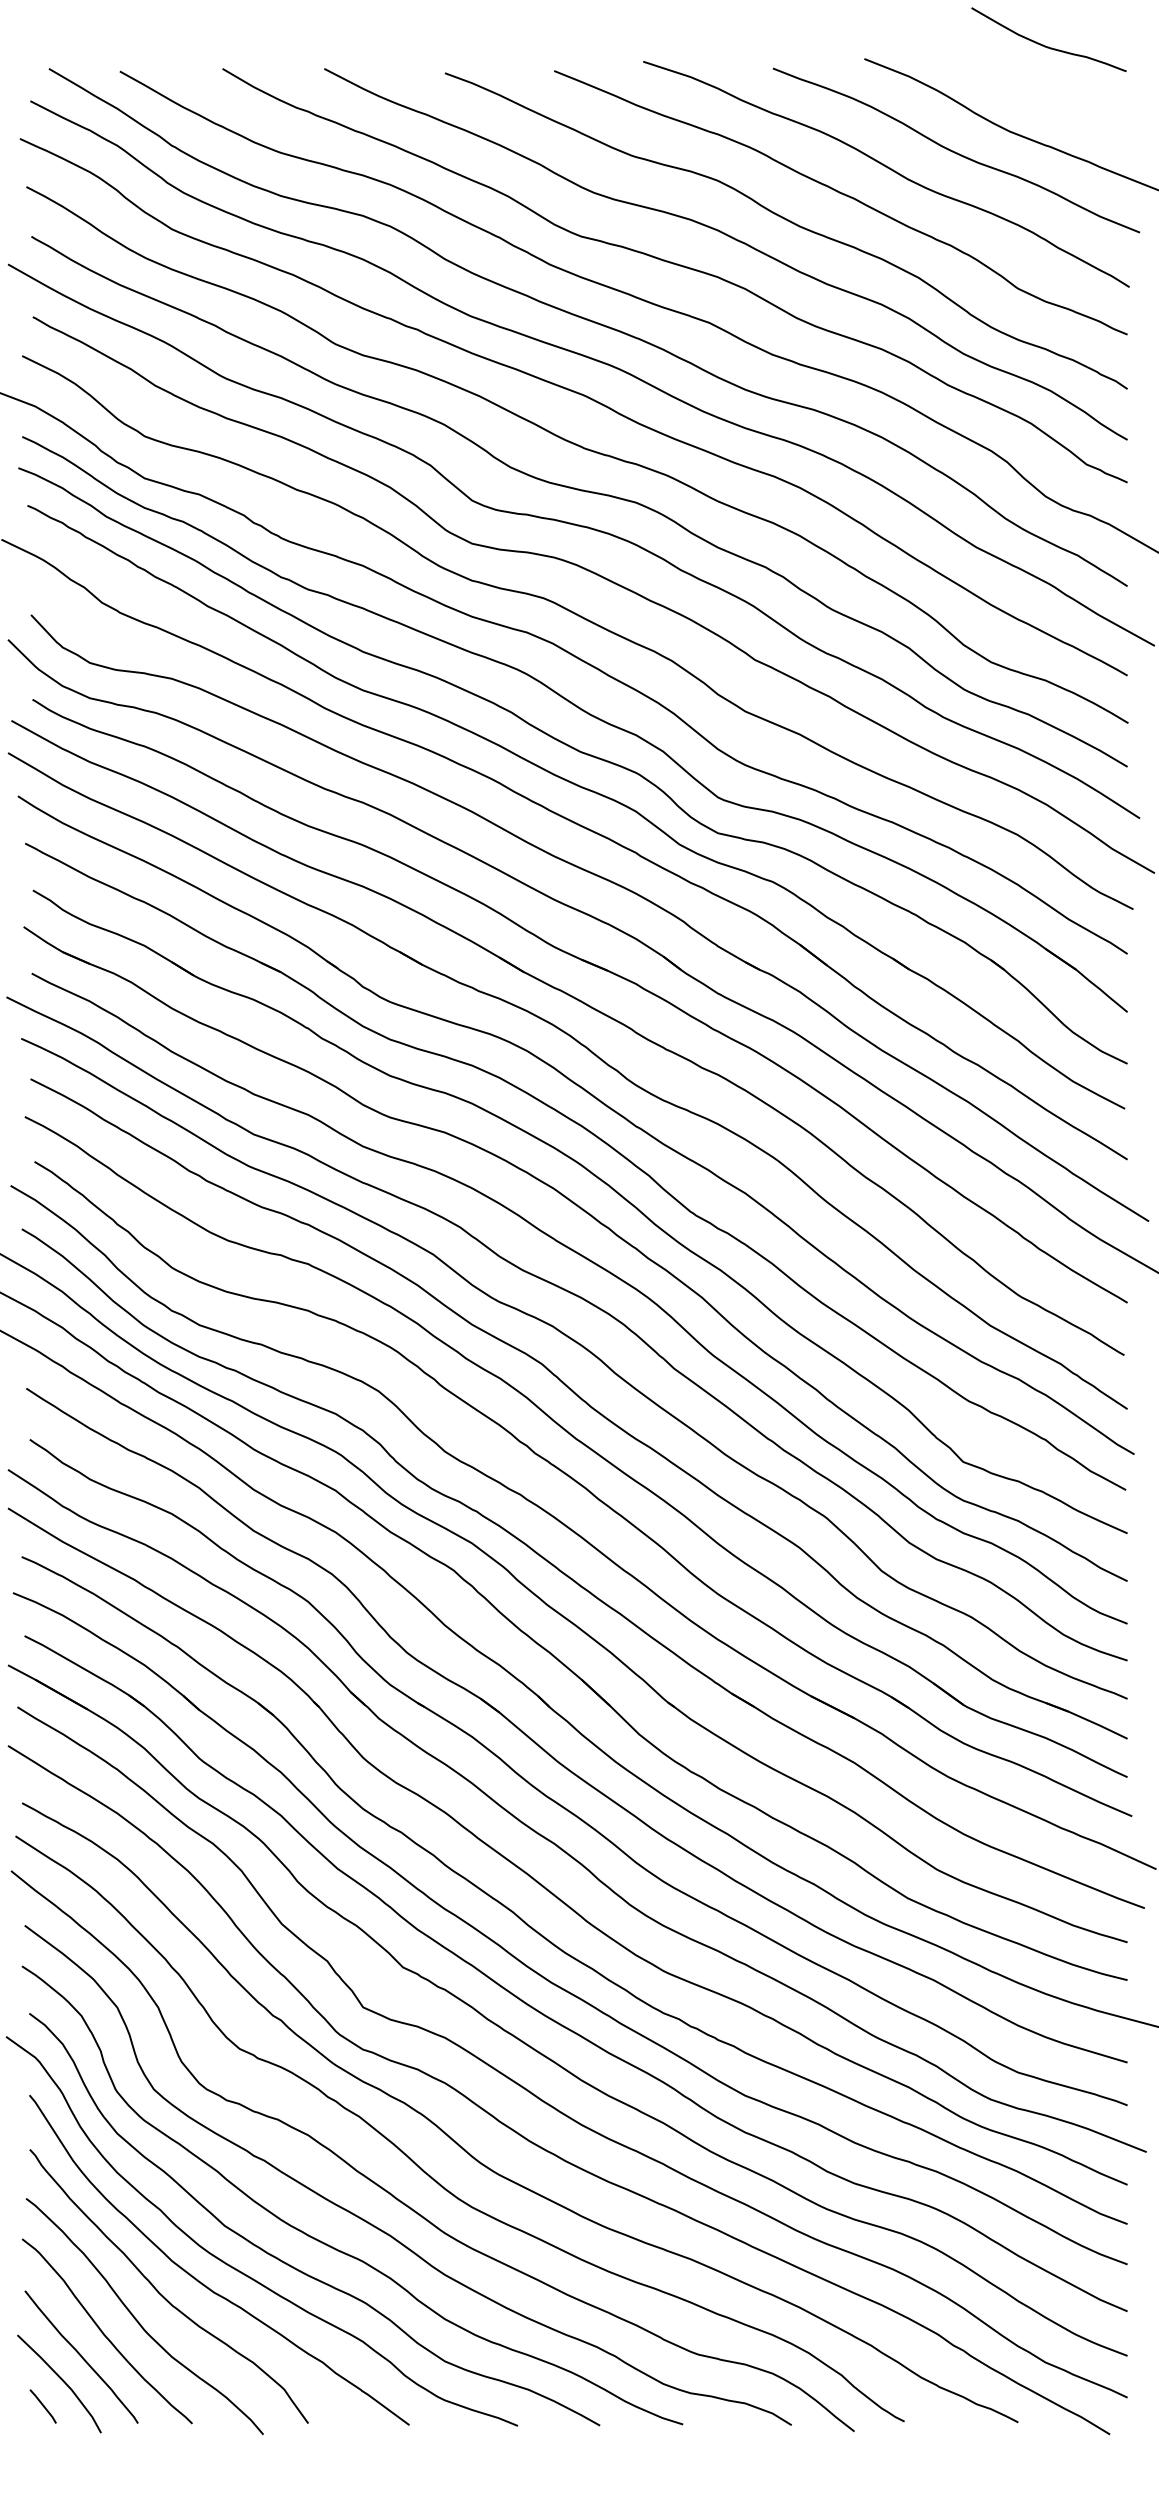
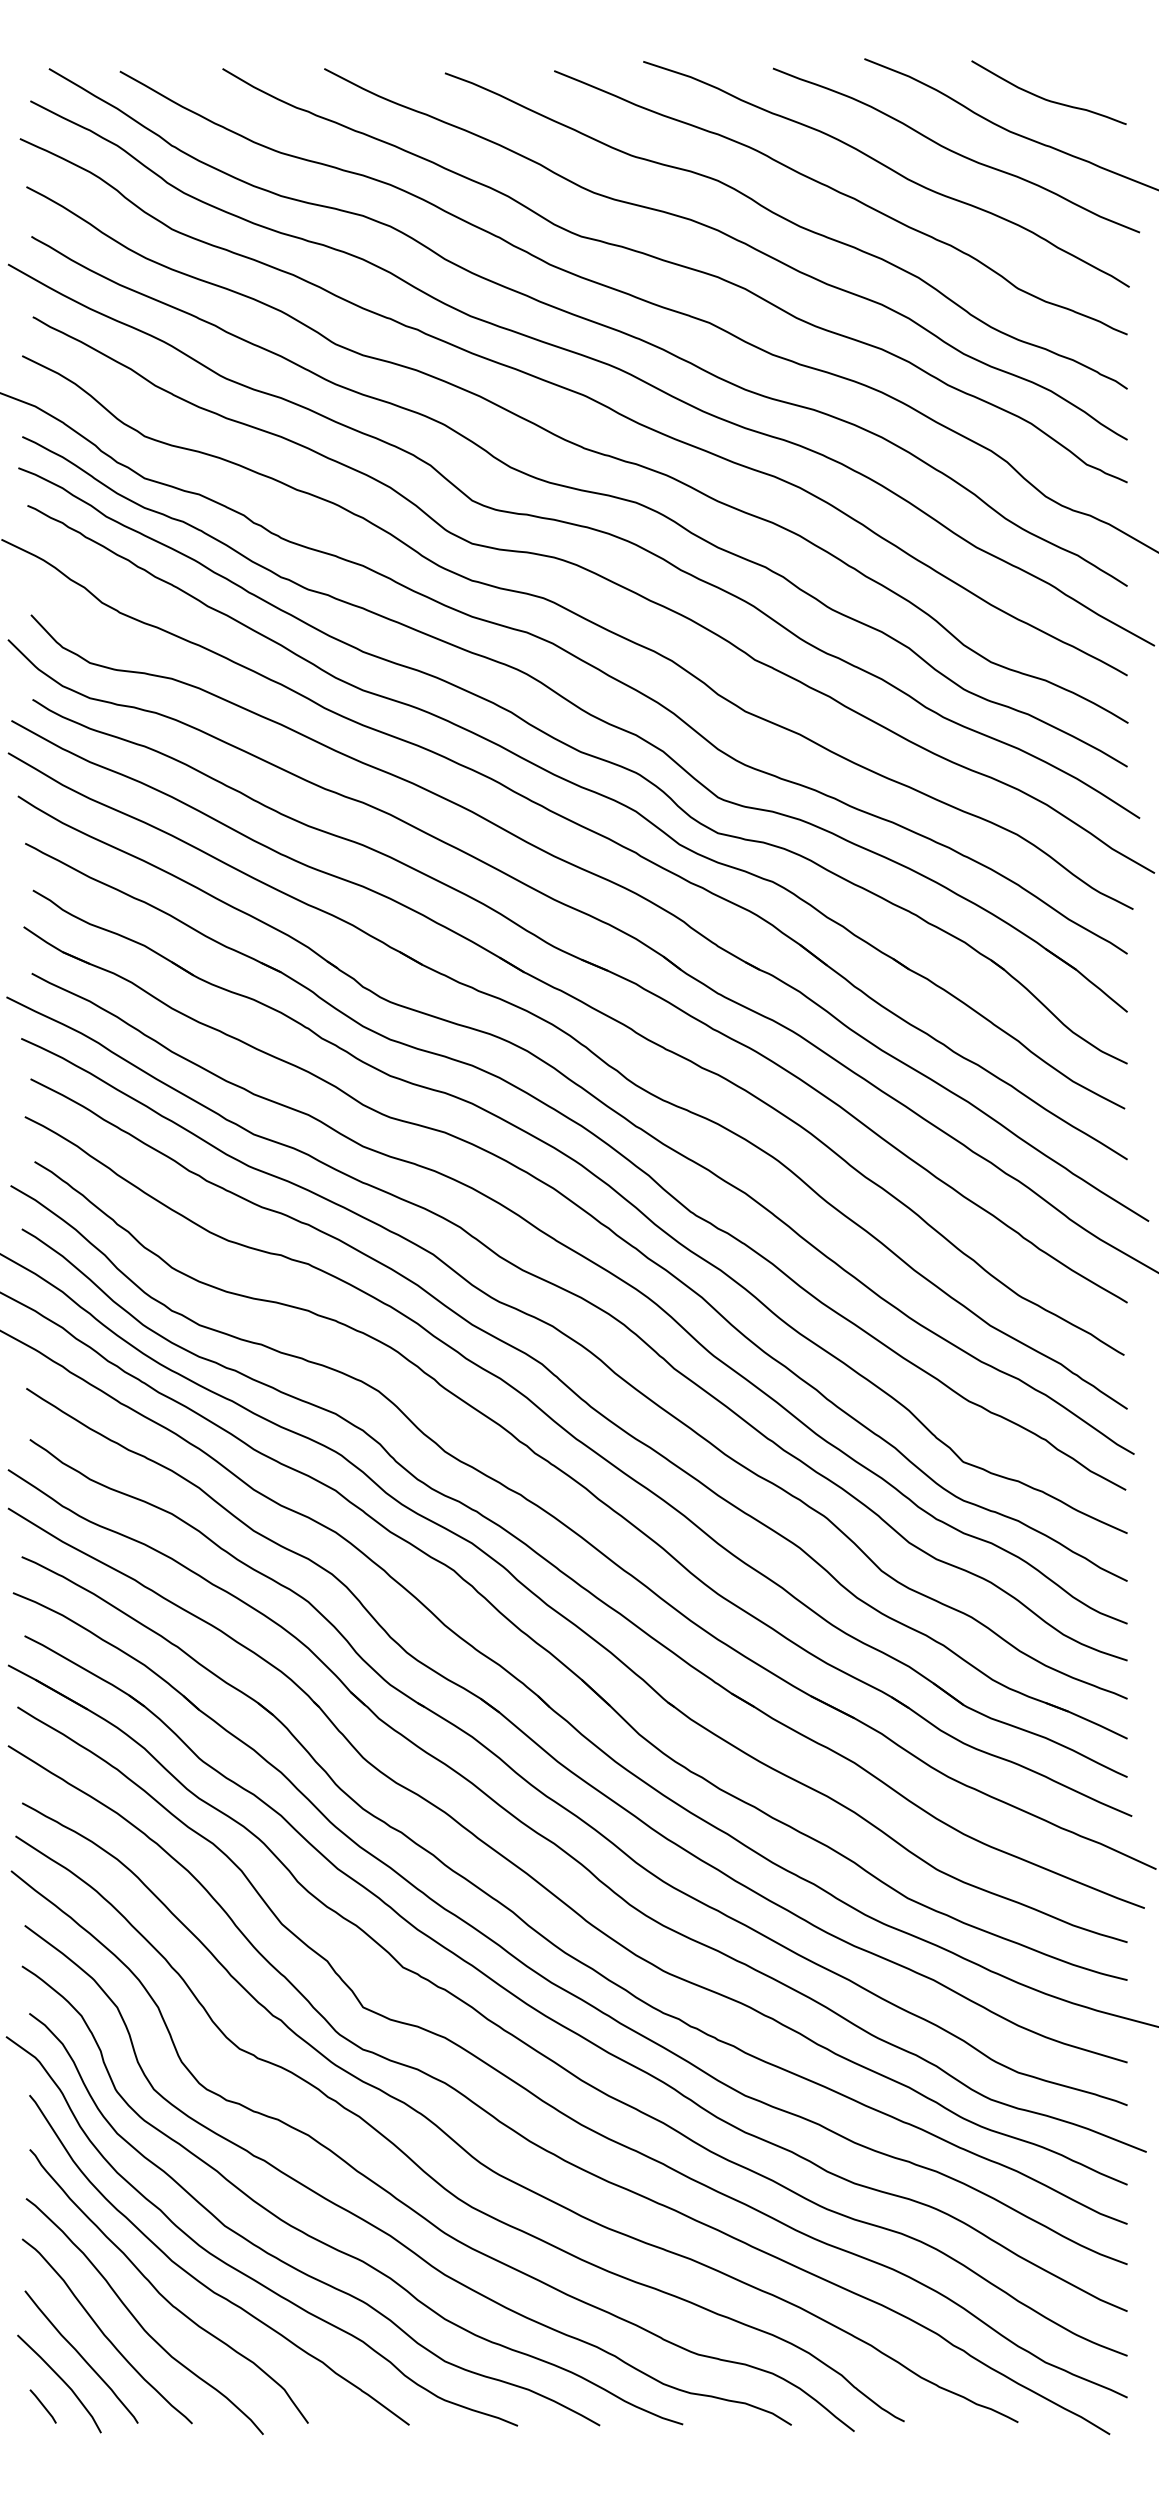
curve at (1045, 45) position: (1045, 45) -> (1045, 98)
